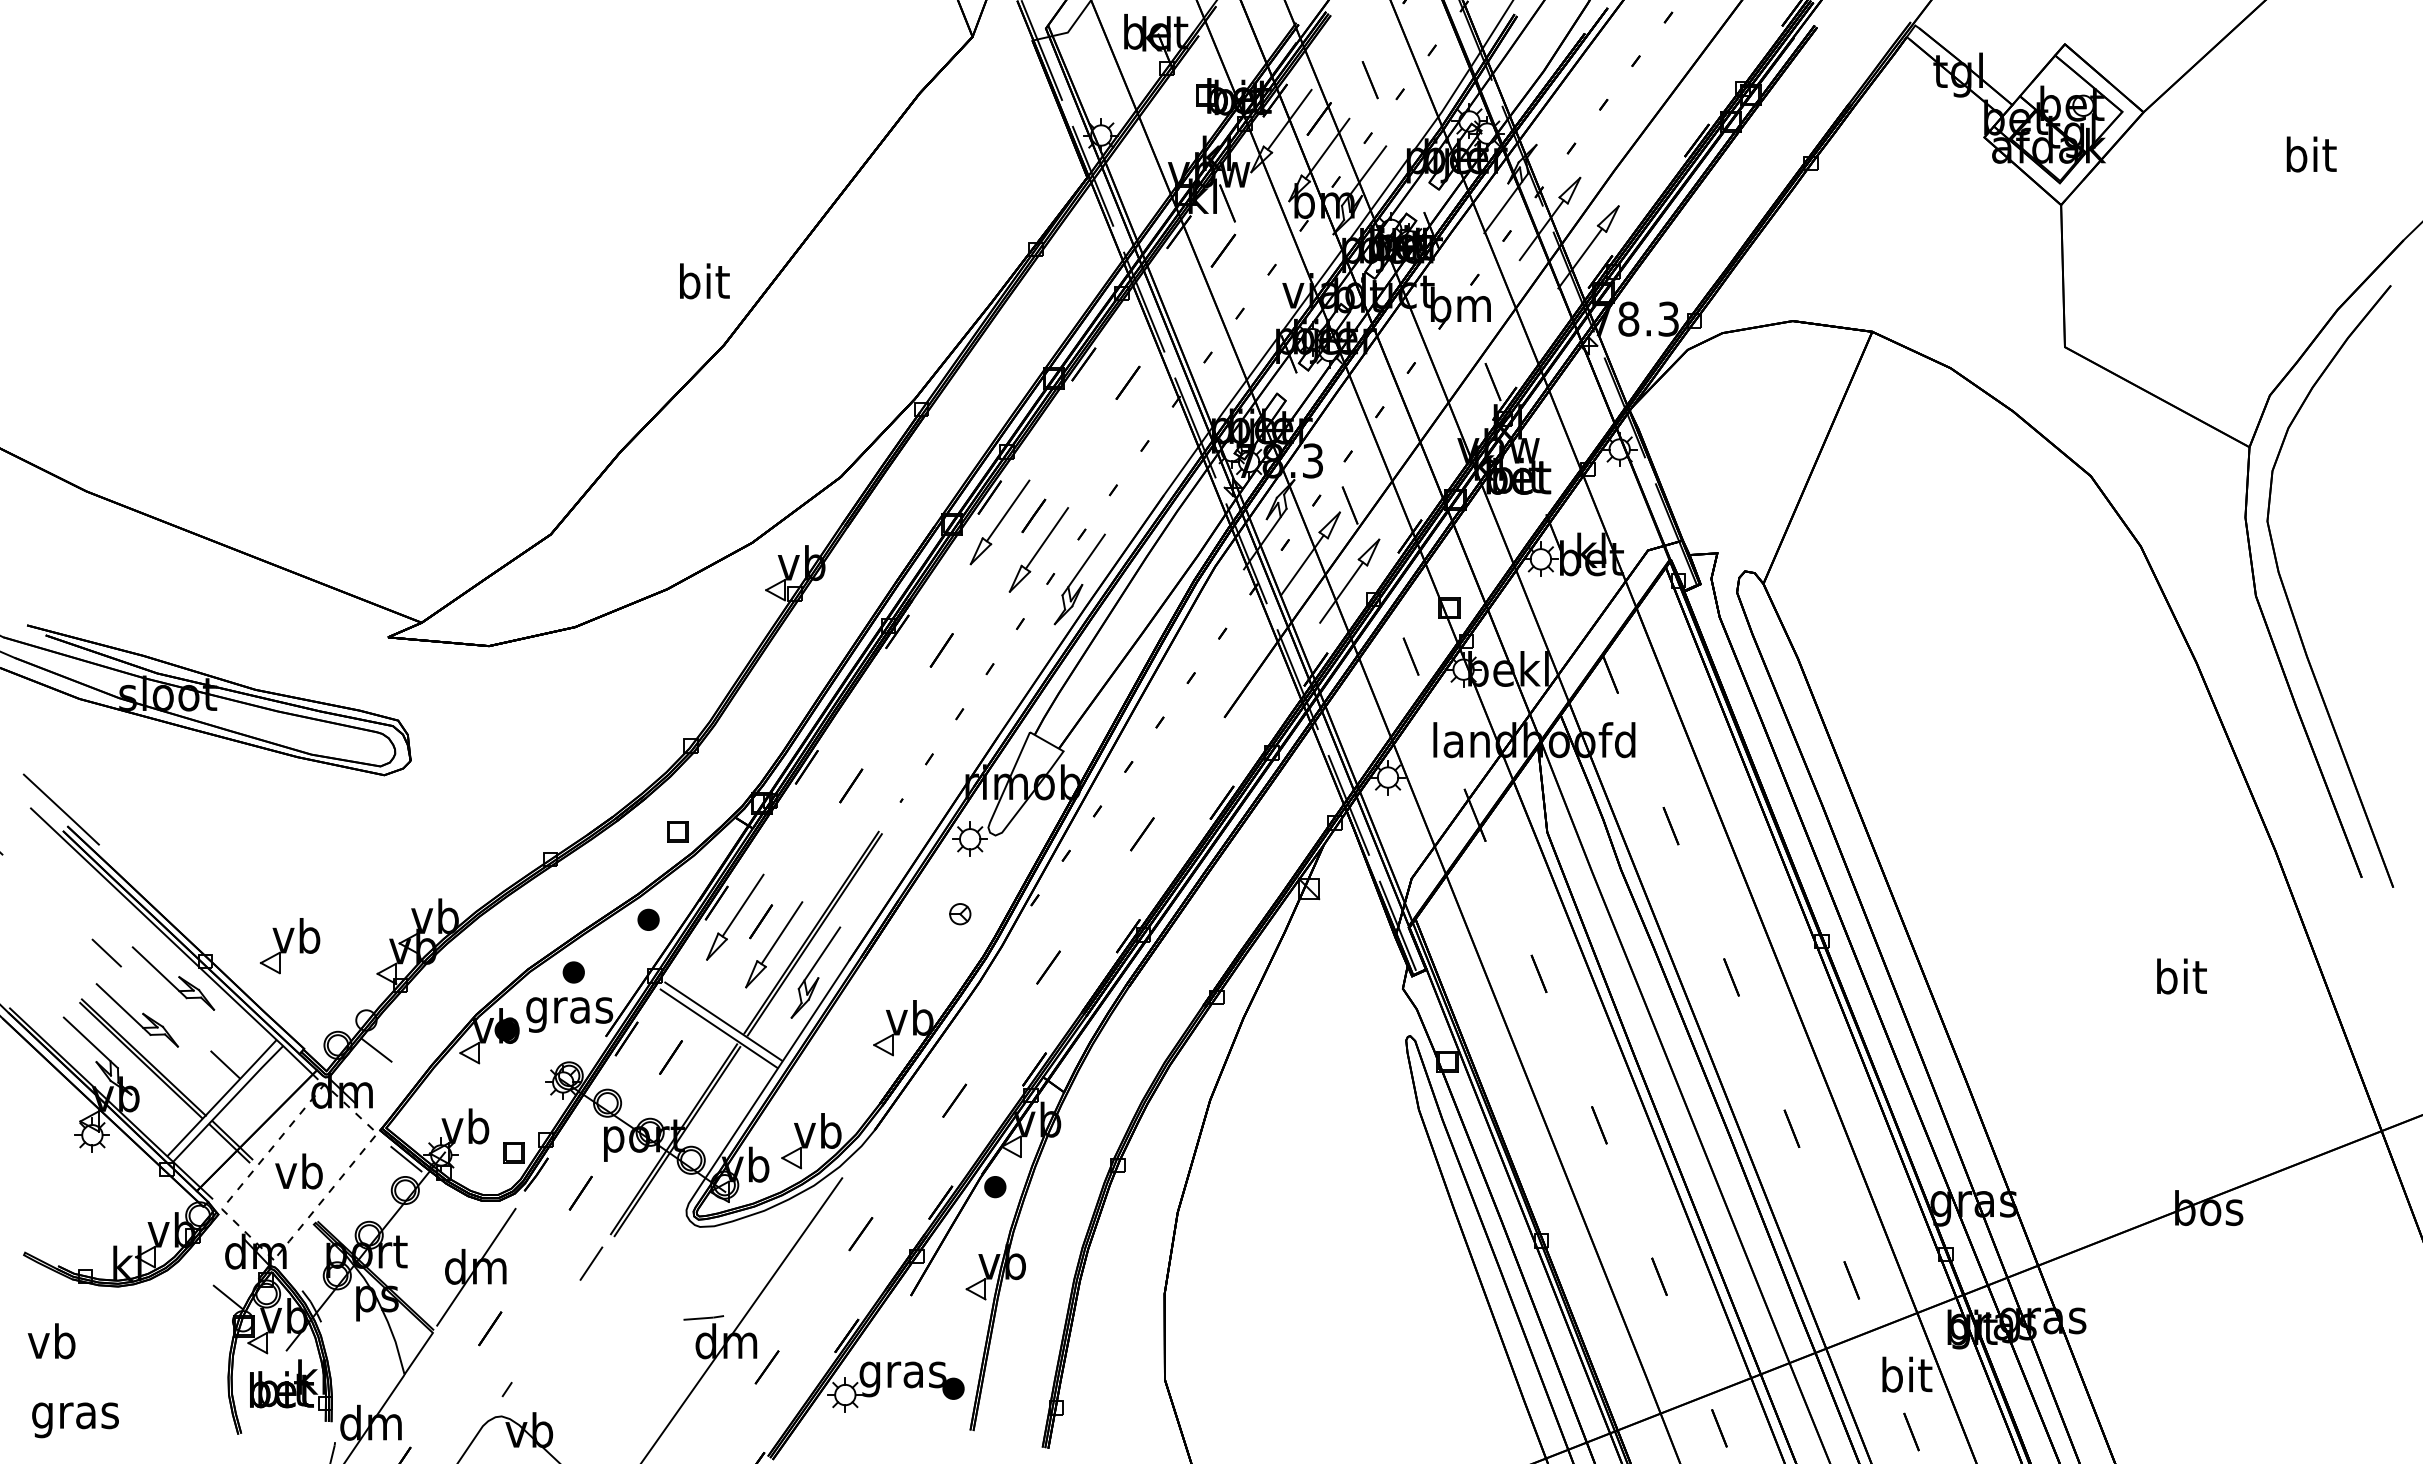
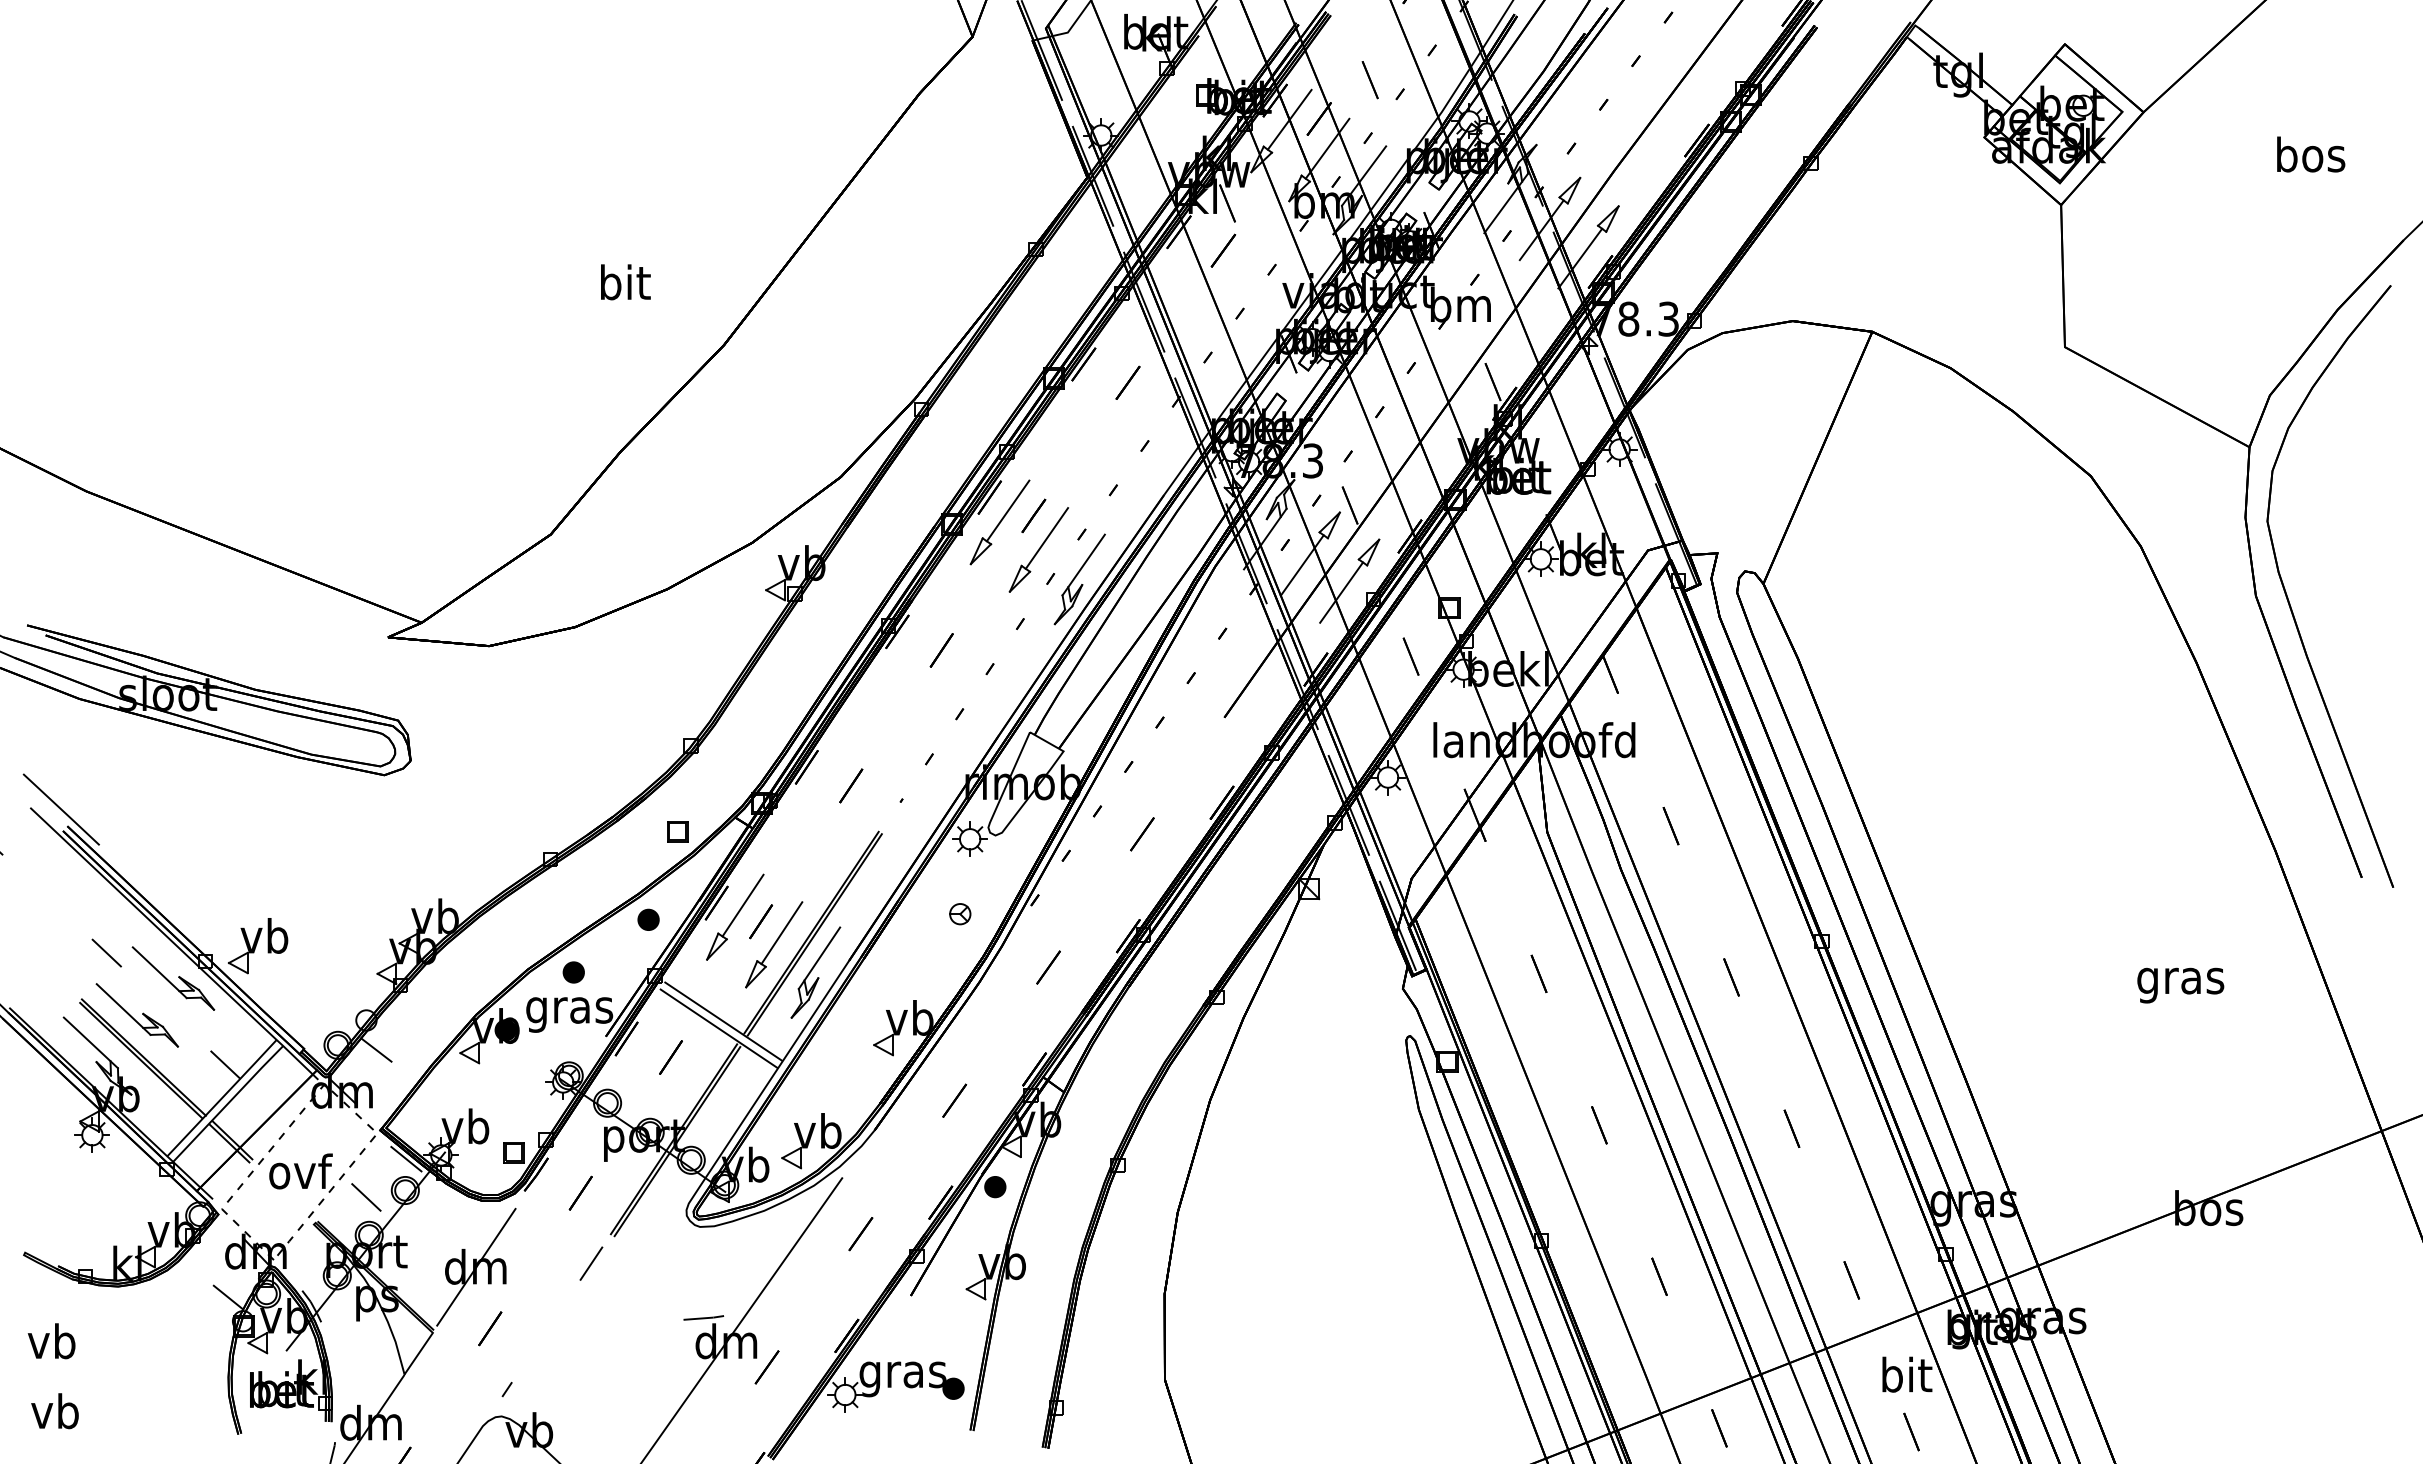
text at (2311, 154): bit -> bos
text at (704, 281) position: (704, 281) -> (625, 282)
part at (290, 946) position: (290, 946) -> (258, 946)
text at (2180, 980): bit -> gras
text at (300, 1171): vb -> ovf
line at (366, 1197): none -> present
text at (74, 1415): gras -> vb
